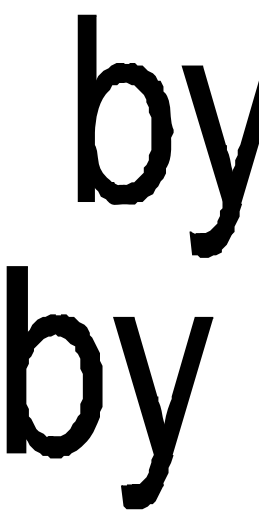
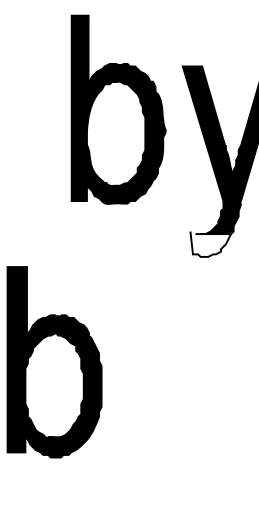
part at (125, 109) position: (125, 109) -> (118, 109)
fill at (210, 243): present -> none
part at (163, 413): present -> none
